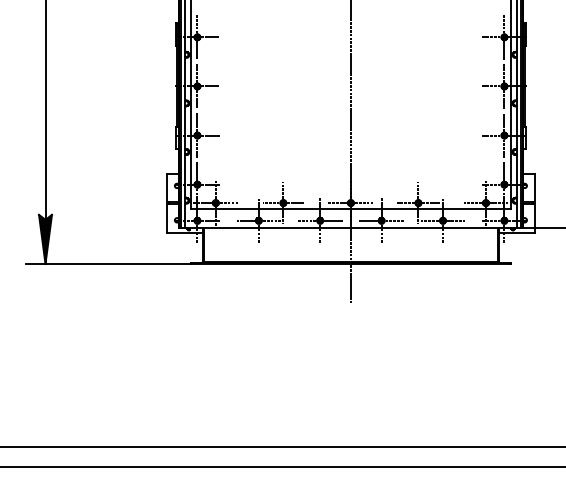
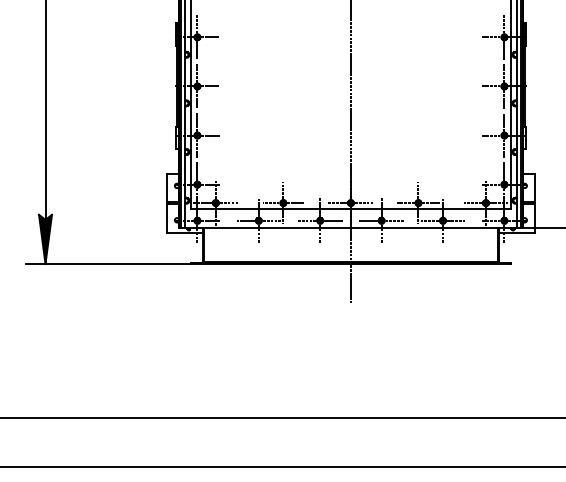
line at (282, 447) position: (282, 447) -> (282, 418)
